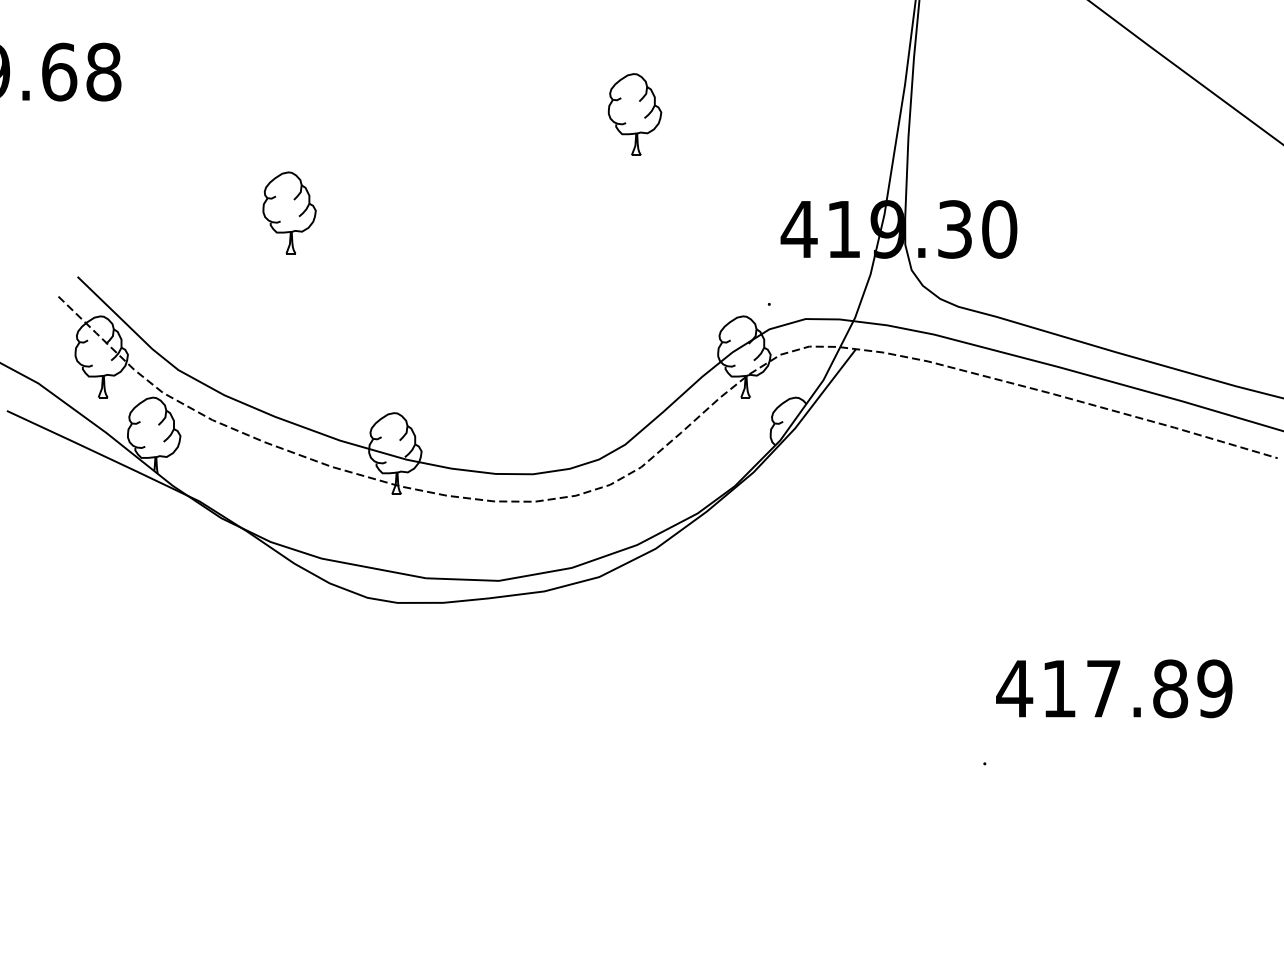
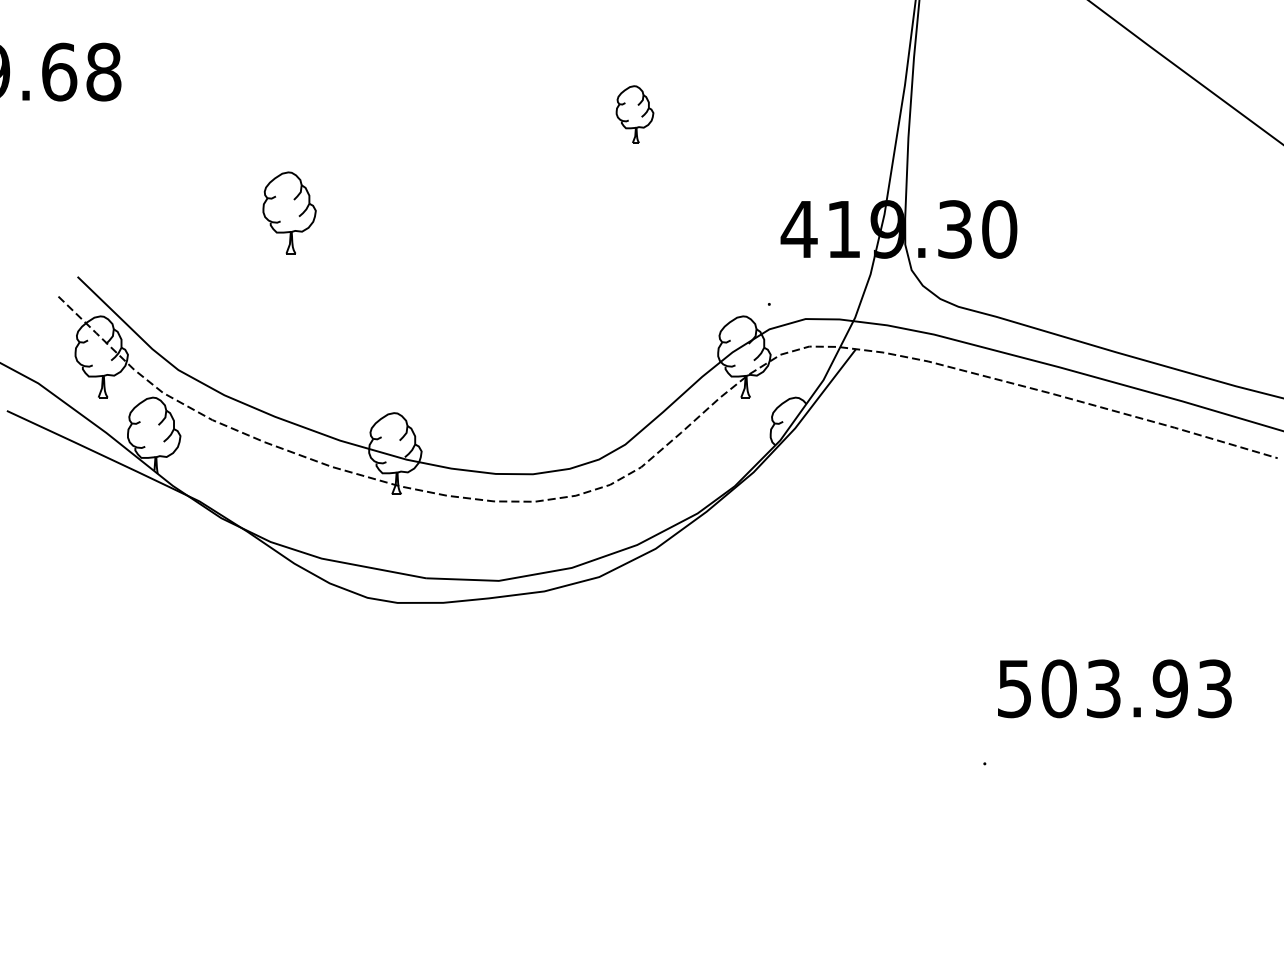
part at (634, 114) size: 56x83 px -> 40x59 px
text at (1114, 688): 417.89 -> 503.93
